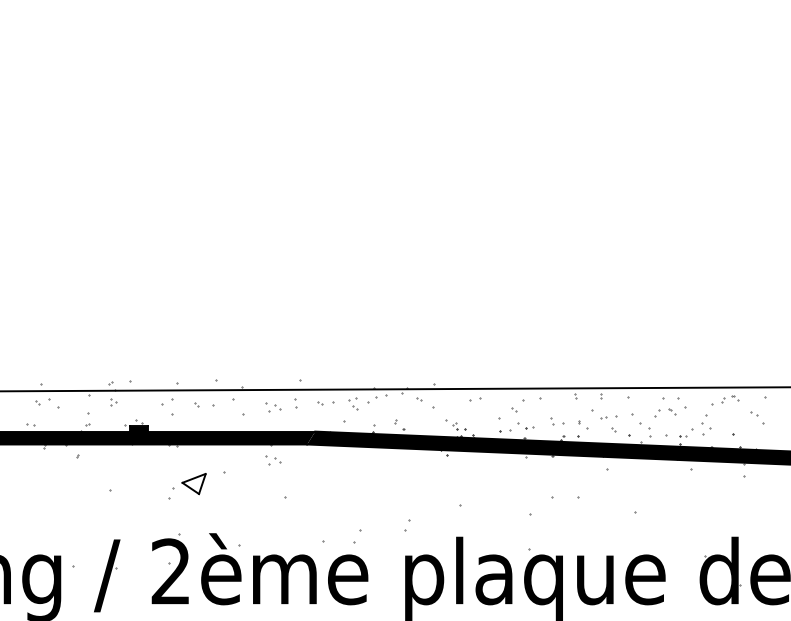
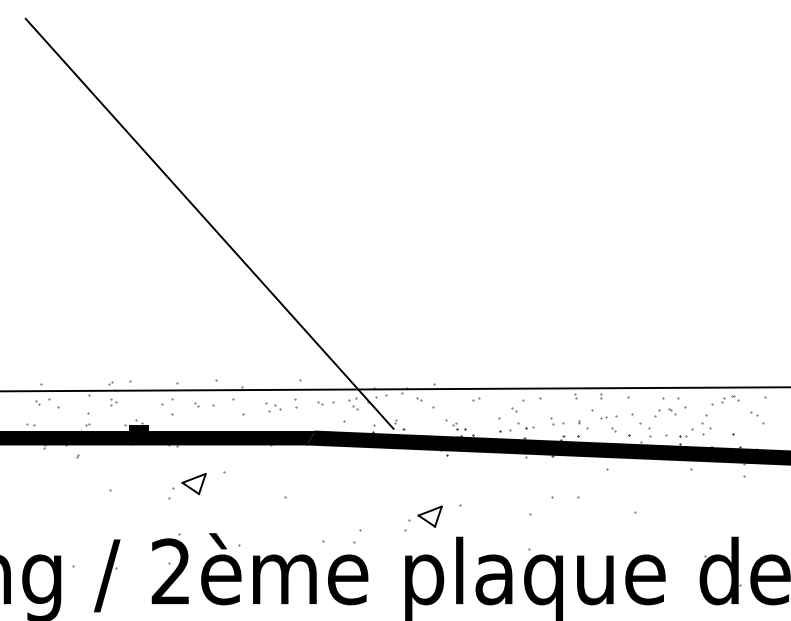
line at (209, 223): none -> present
part at (475, 399) size: 13x5 px -> 9x5 px
part at (273, 460): present -> none
part at (429, 516): none -> present
